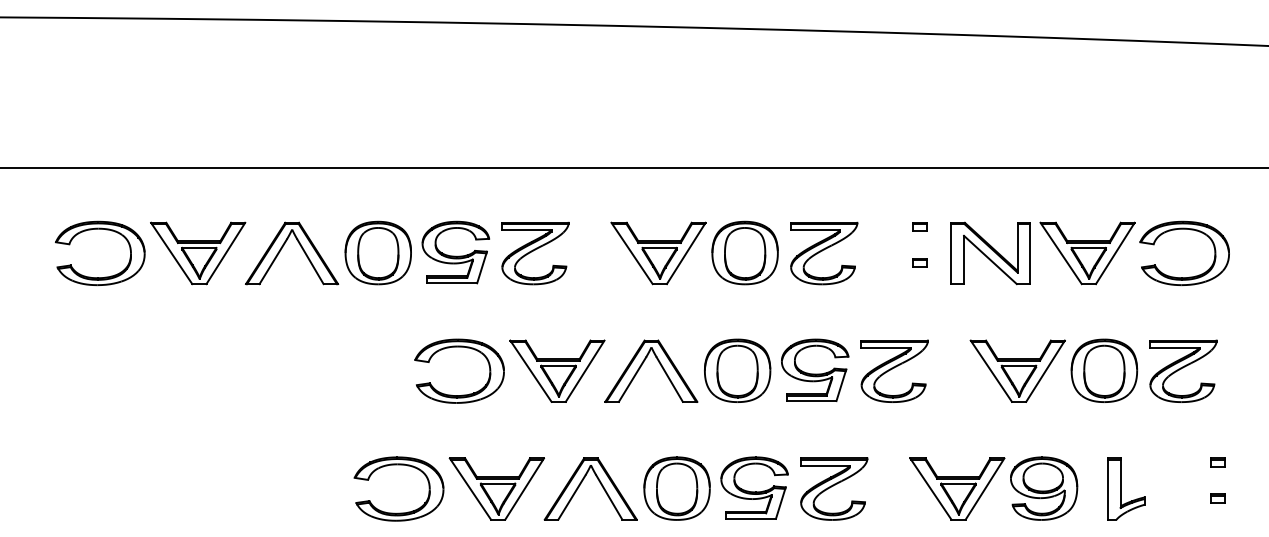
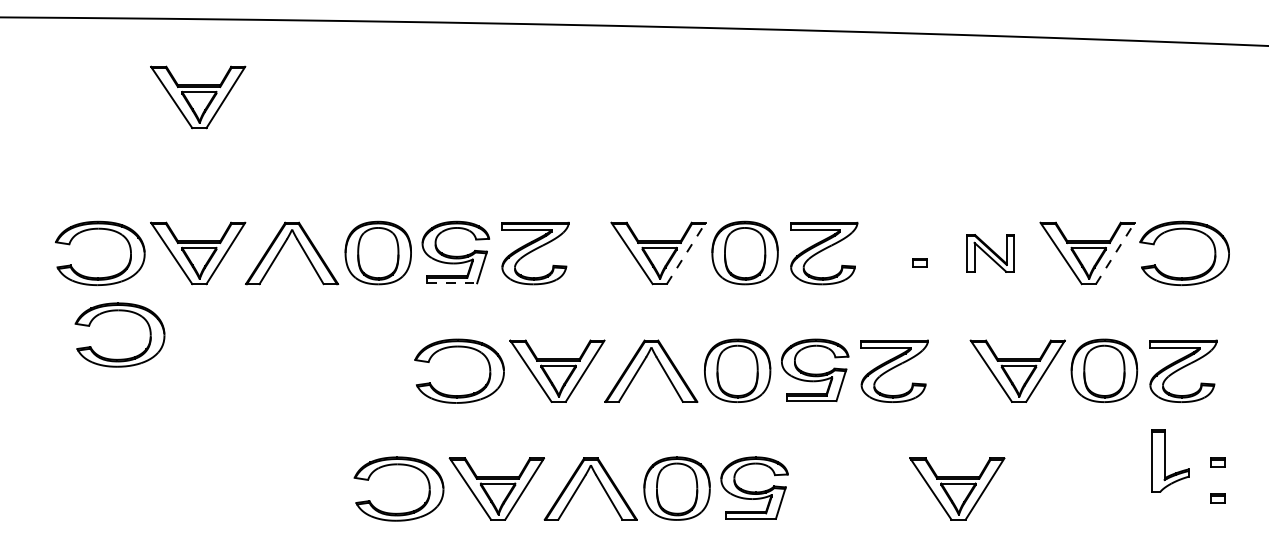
part at (198, 97): none -> present
line at (633, 167): present -> none
part at (919, 226): present -> none
line at (686, 253): solid -> dashed
part at (990, 253) size: 81x65 px -> 49x39 px
line at (1115, 253): solid -> dashed
line at (452, 283): solid -> dashed
part at (119, 311): none -> present
part at (834, 488): present -> none
part at (1044, 488): present -> none
part at (1126, 488) position: (1126, 488) -> (1170, 460)
